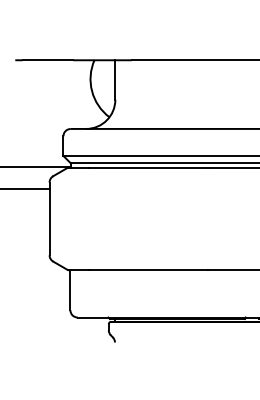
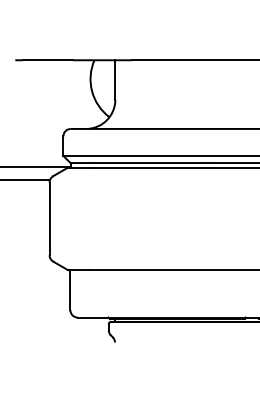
line at (25, 188) position: (25, 188) -> (25, 179)
